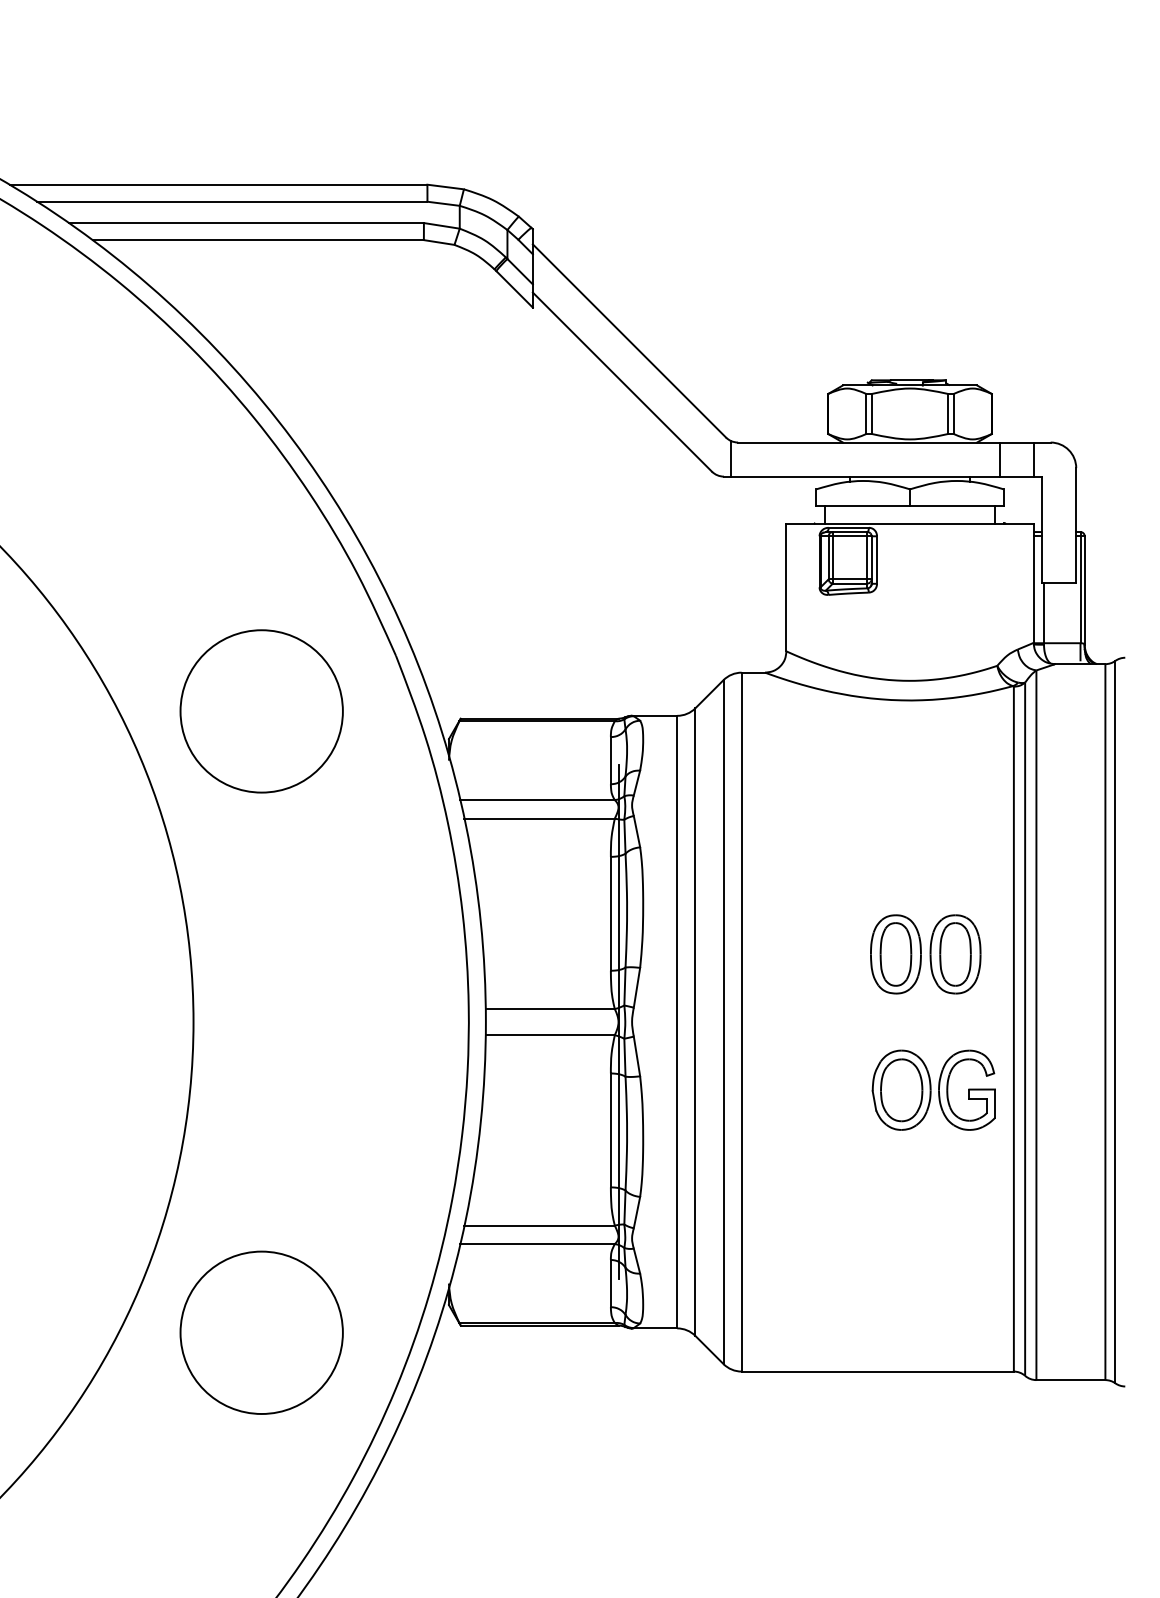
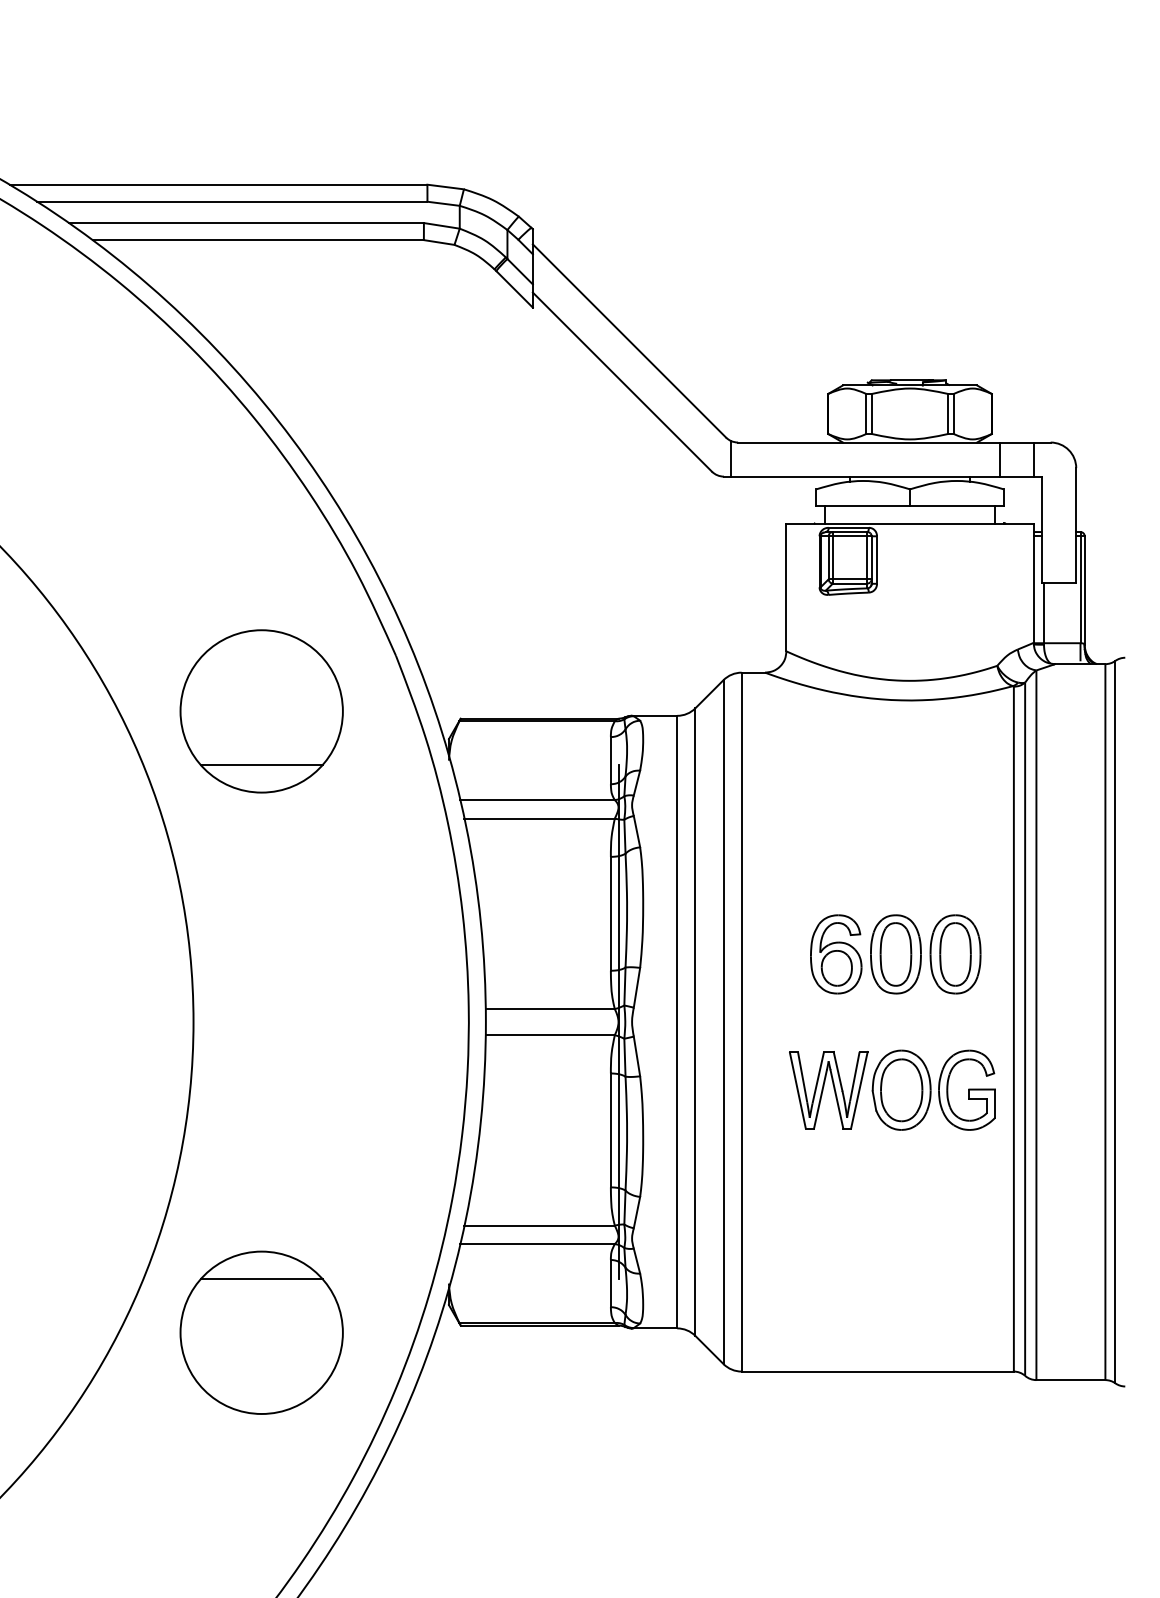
line at (261, 765): none -> present
part at (836, 954): none -> present
part at (828, 1090): none -> present
line at (261, 1279): none -> present
